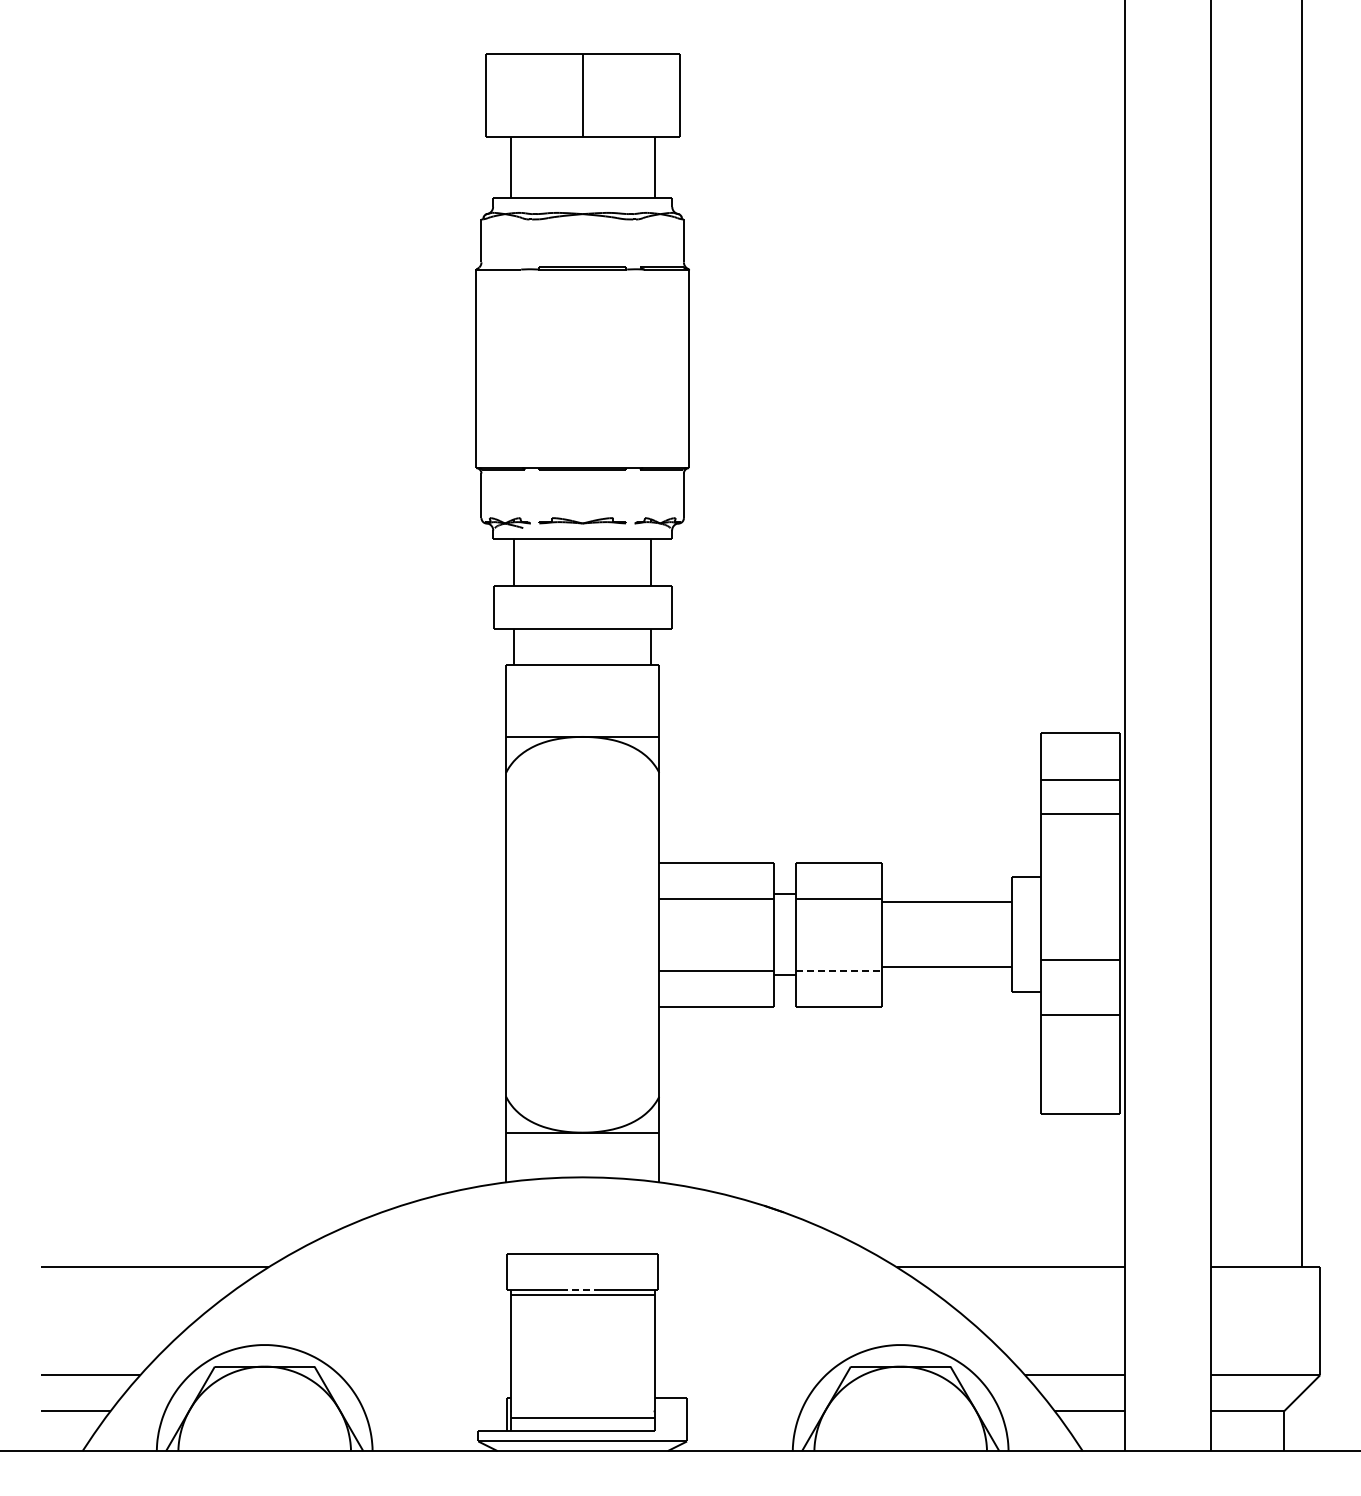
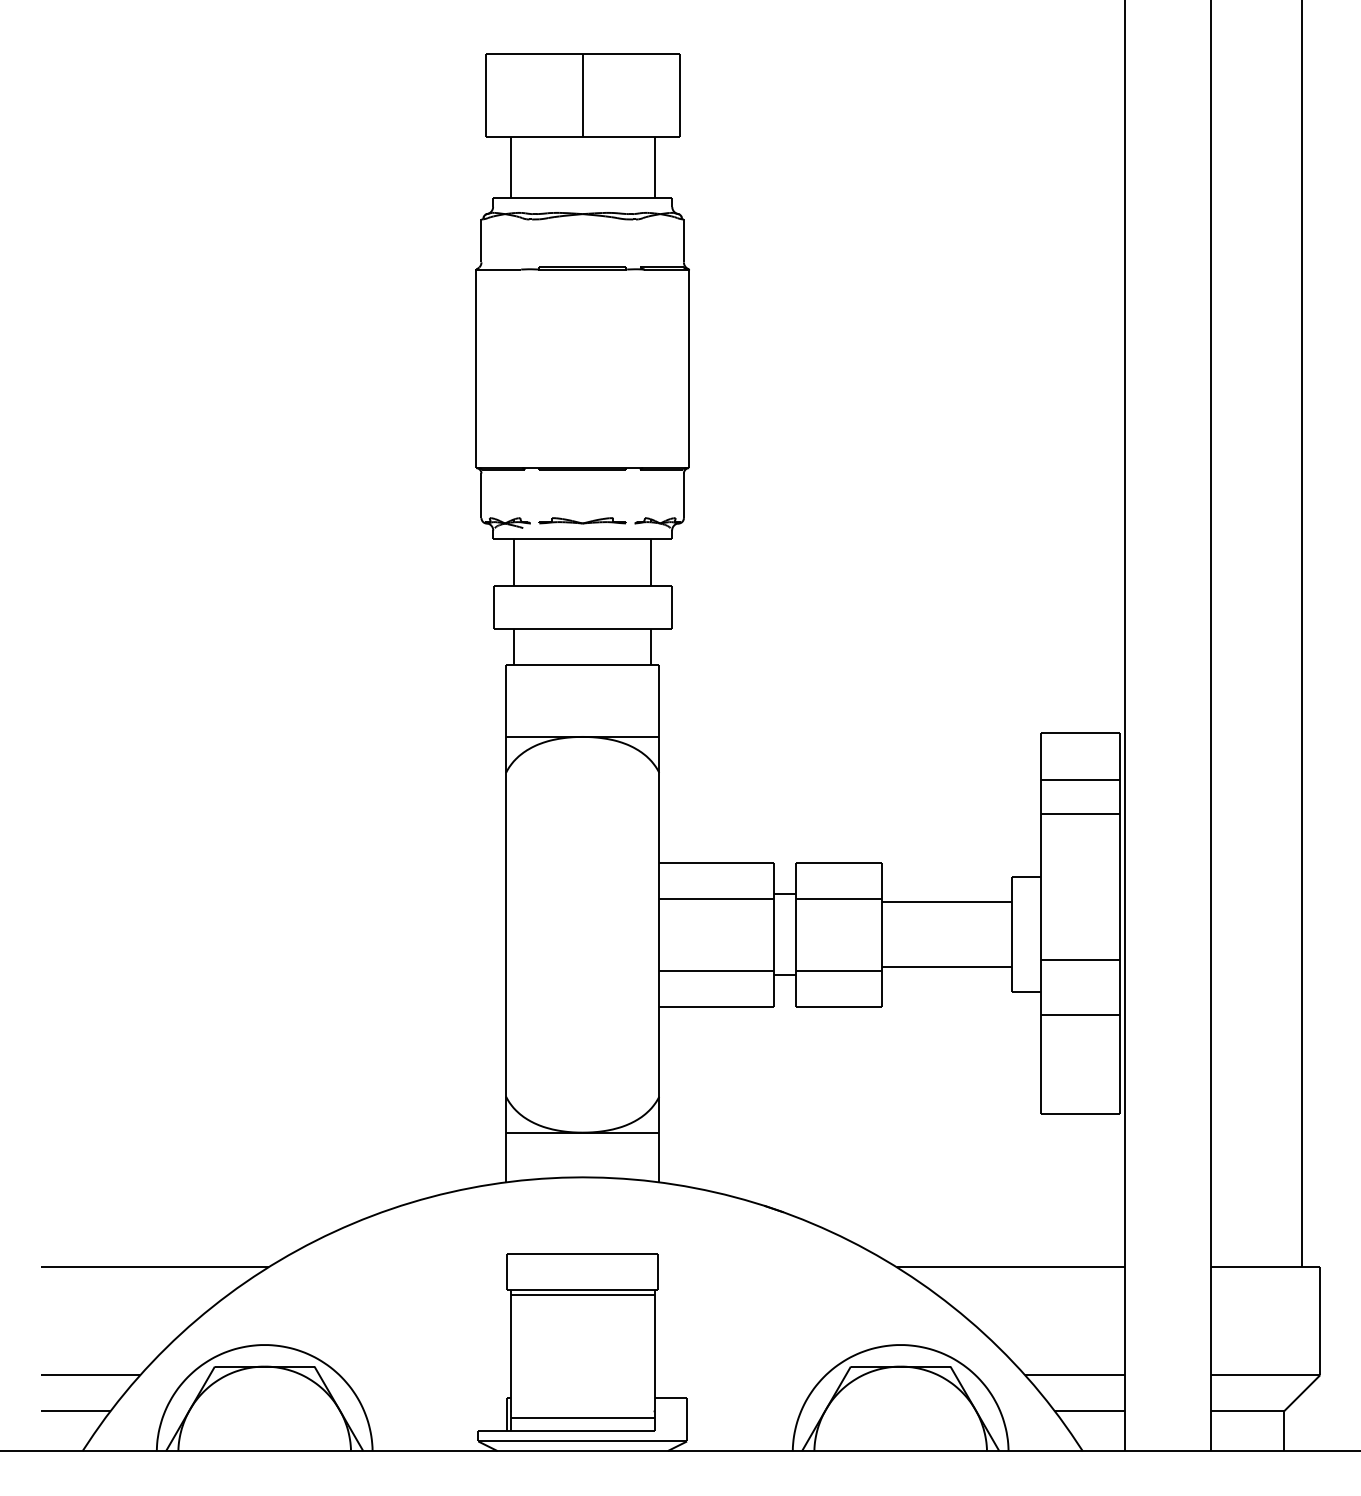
line at (839, 970): dashed -> solid
line at (582, 1290): dashed -> solid
